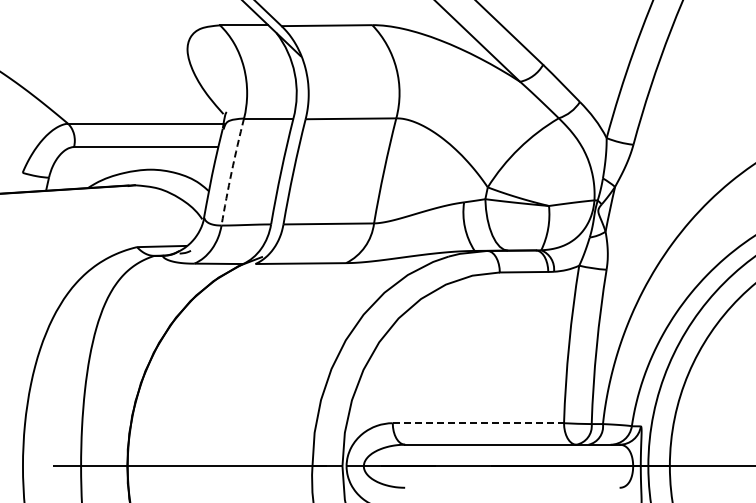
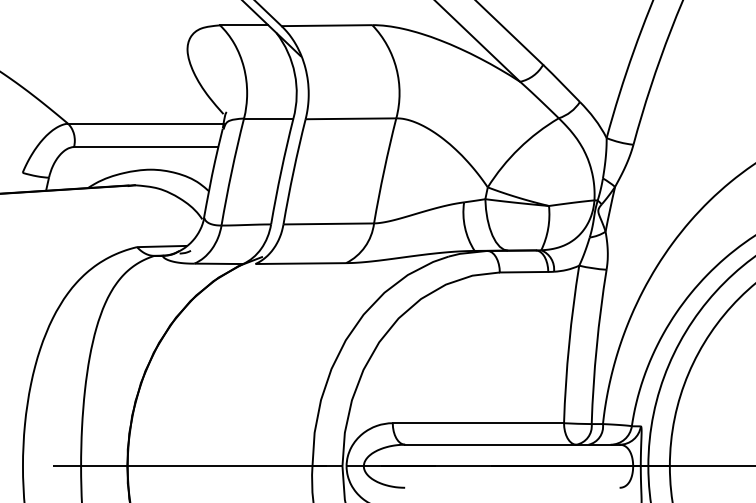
arc at (231, 171): dashed -> solid
line at (478, 423): dashed -> solid
